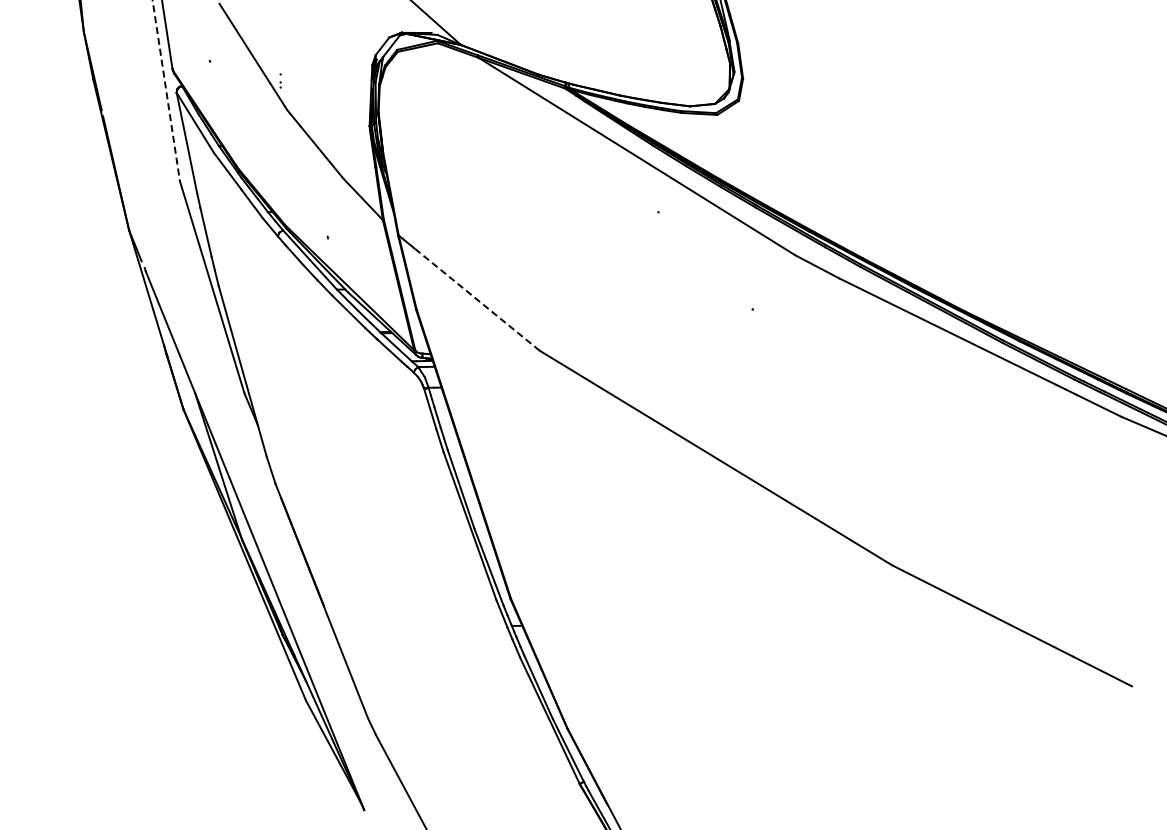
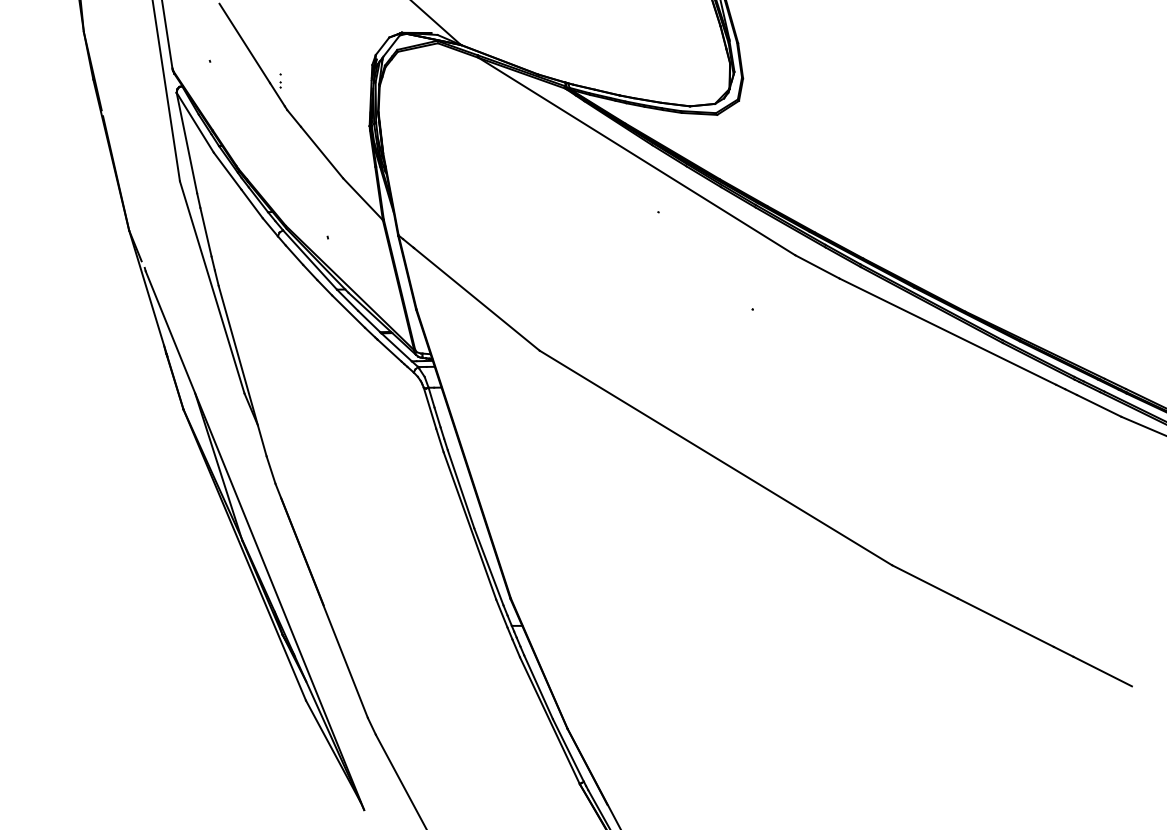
line at (166, 91): dashed -> solid
line at (477, 299): dashed -> solid
